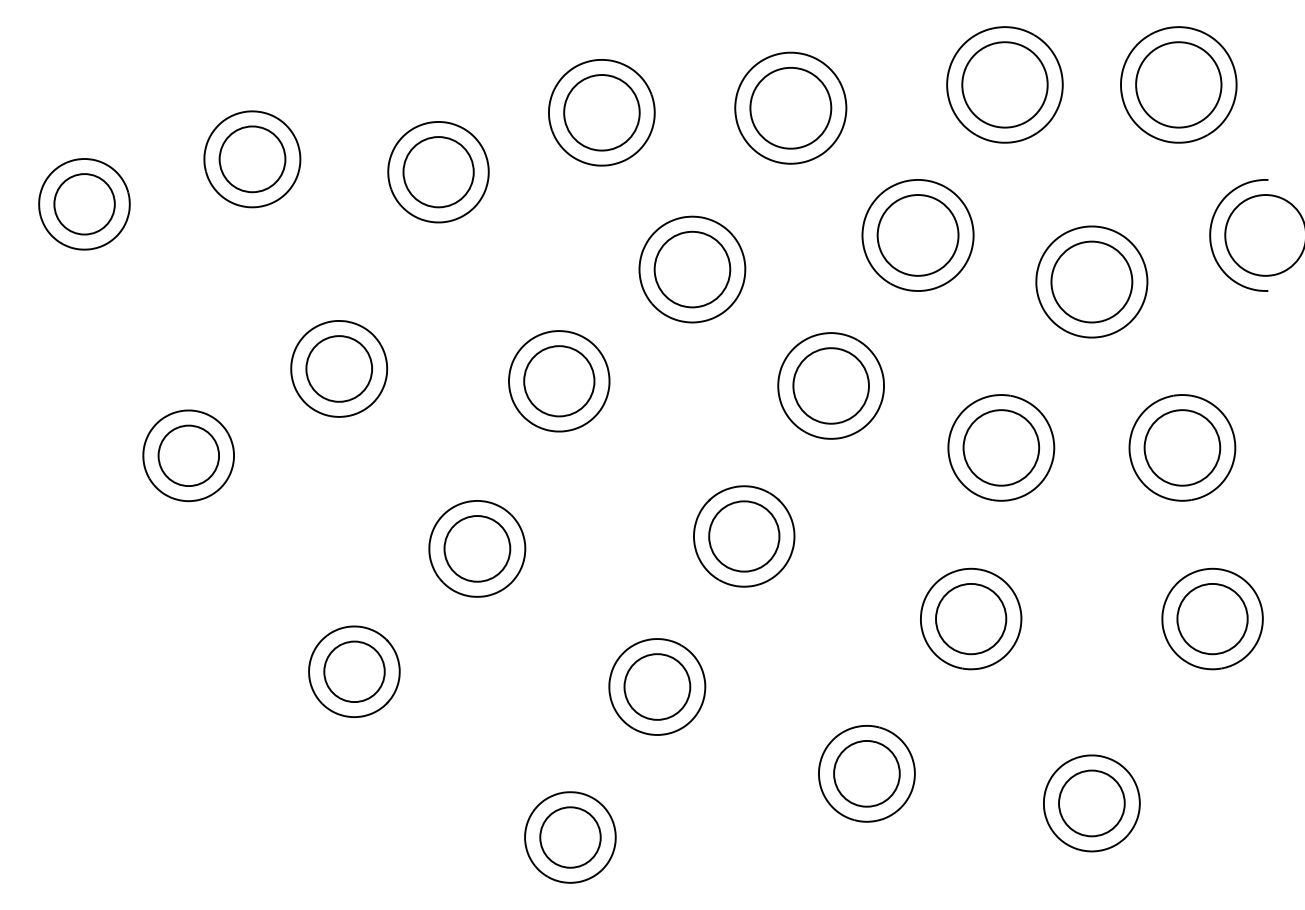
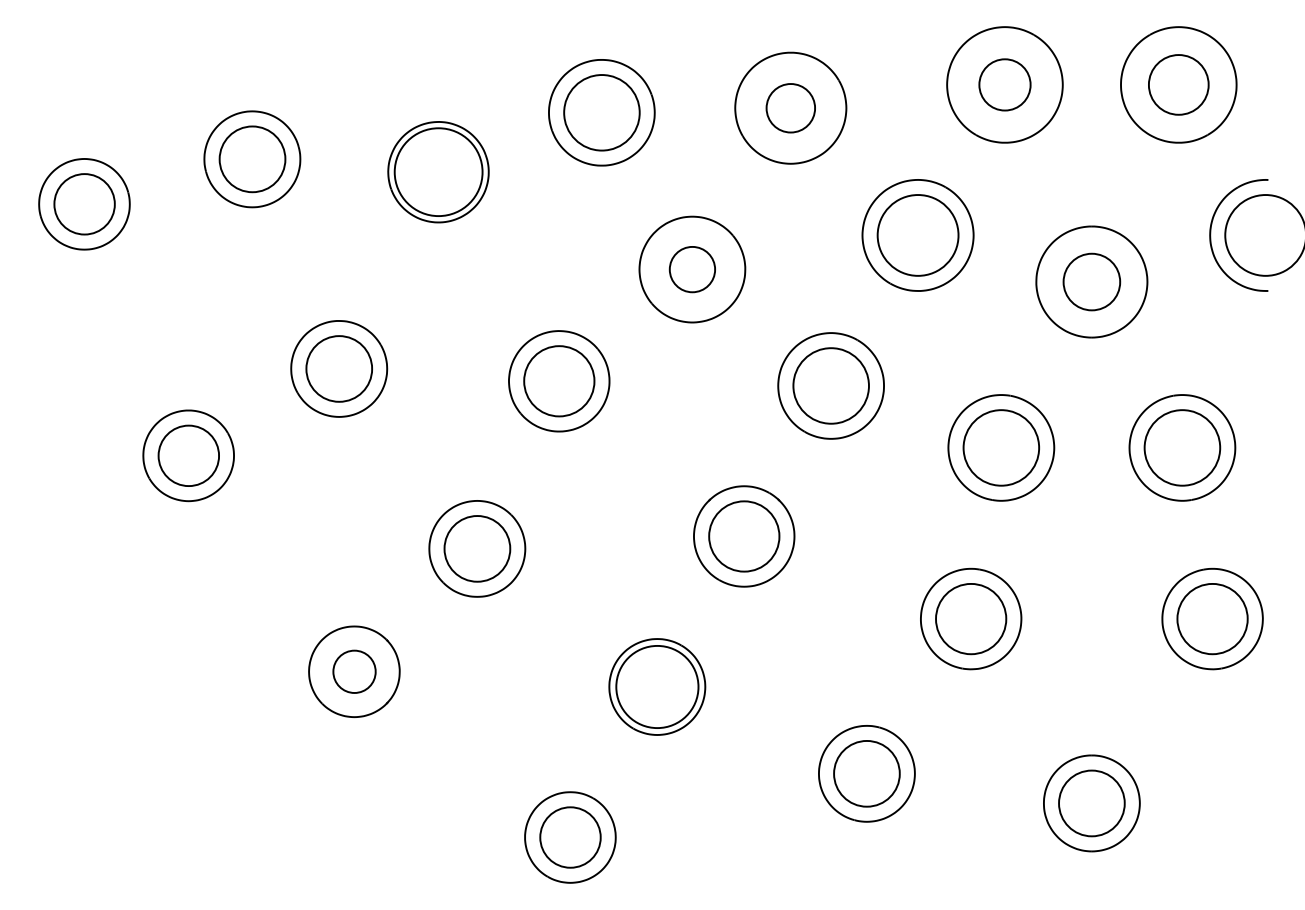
circle at (1004, 84) diameter: 85 px -> 51 px
circle at (1178, 84) diameter: 85 px -> 60 px
circle at (790, 107) diameter: 81 px -> 49 px
circle at (438, 172) diameter: 70 px -> 88 px
circle at (692, 269) diameter: 76 px -> 45 px
circle at (1091, 281) diameter: 81 px -> 57 px
circle at (354, 671) diameter: 60 px -> 42 px
circle at (657, 686) diameter: 66 px -> 82 px
